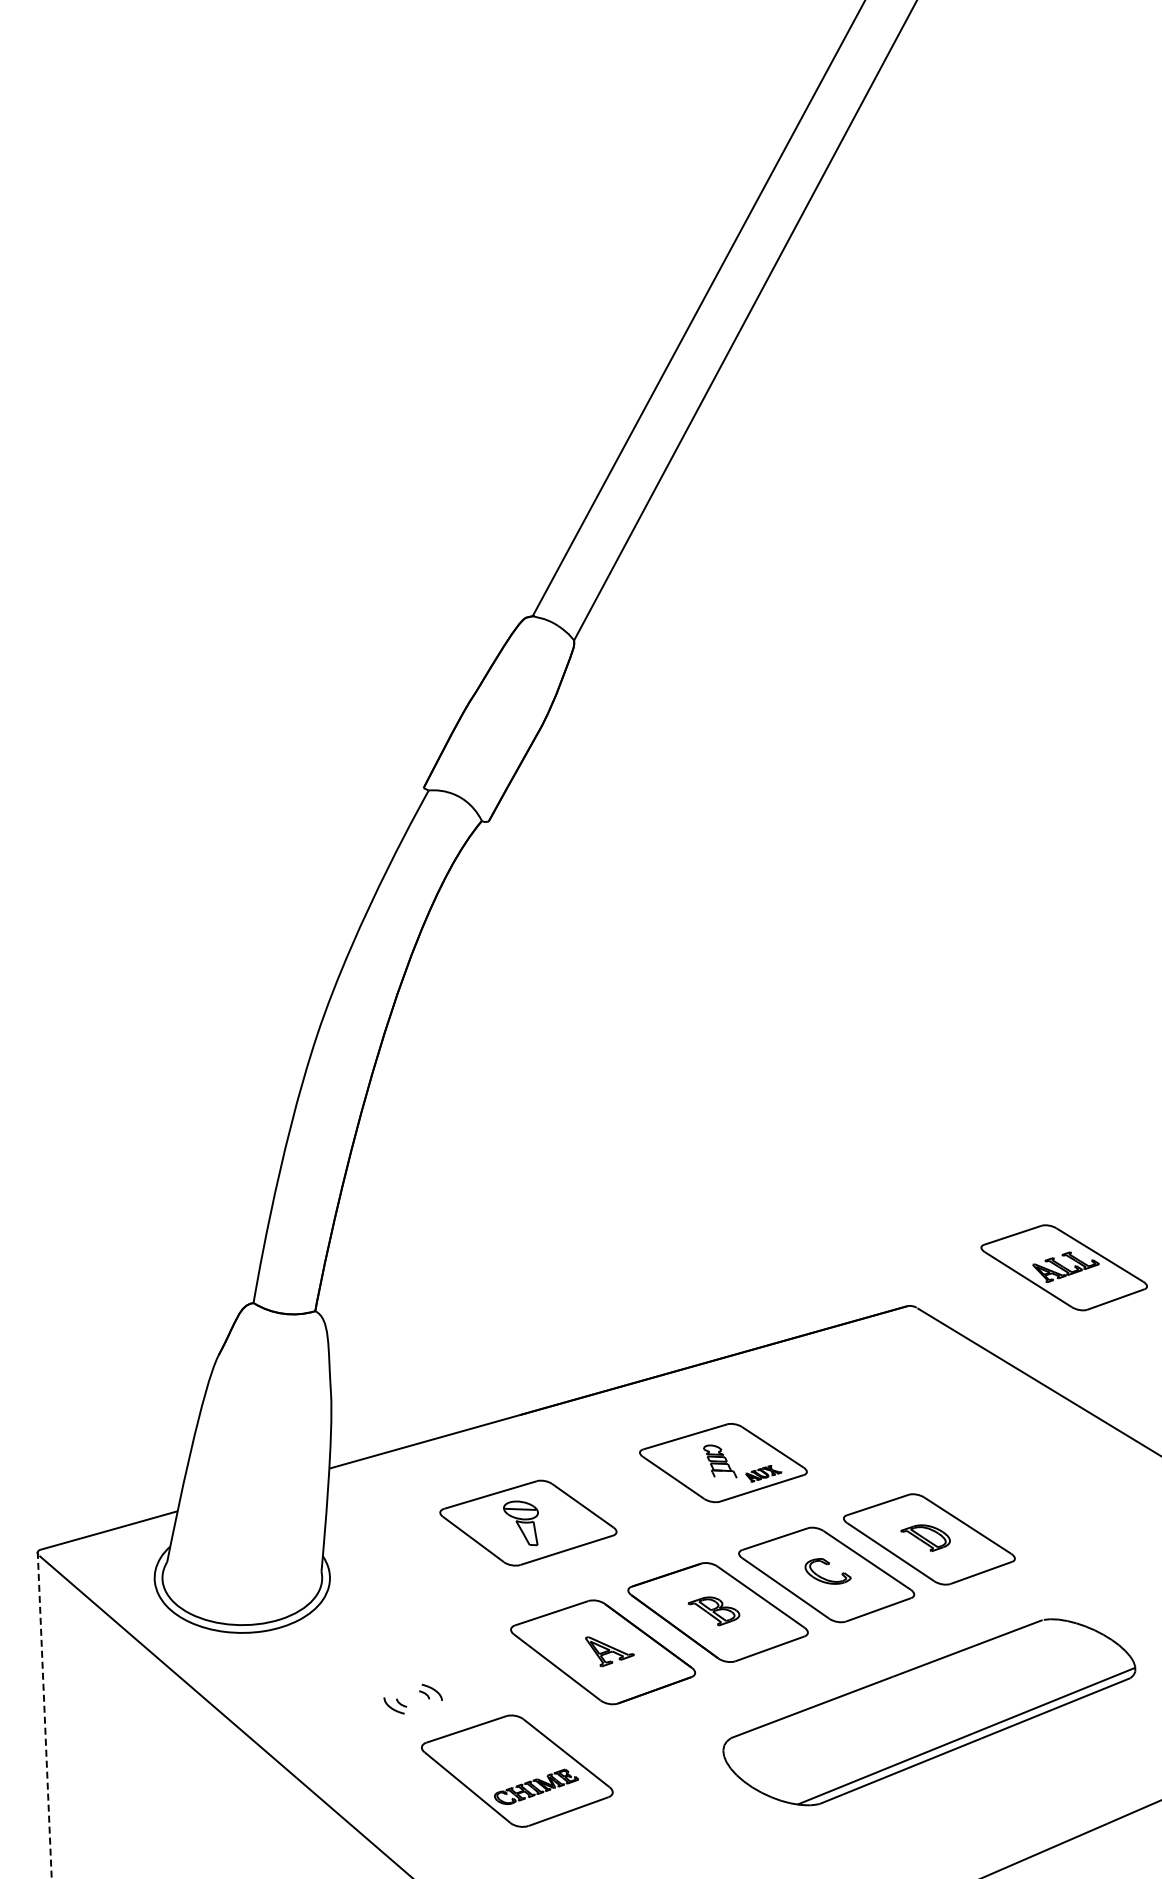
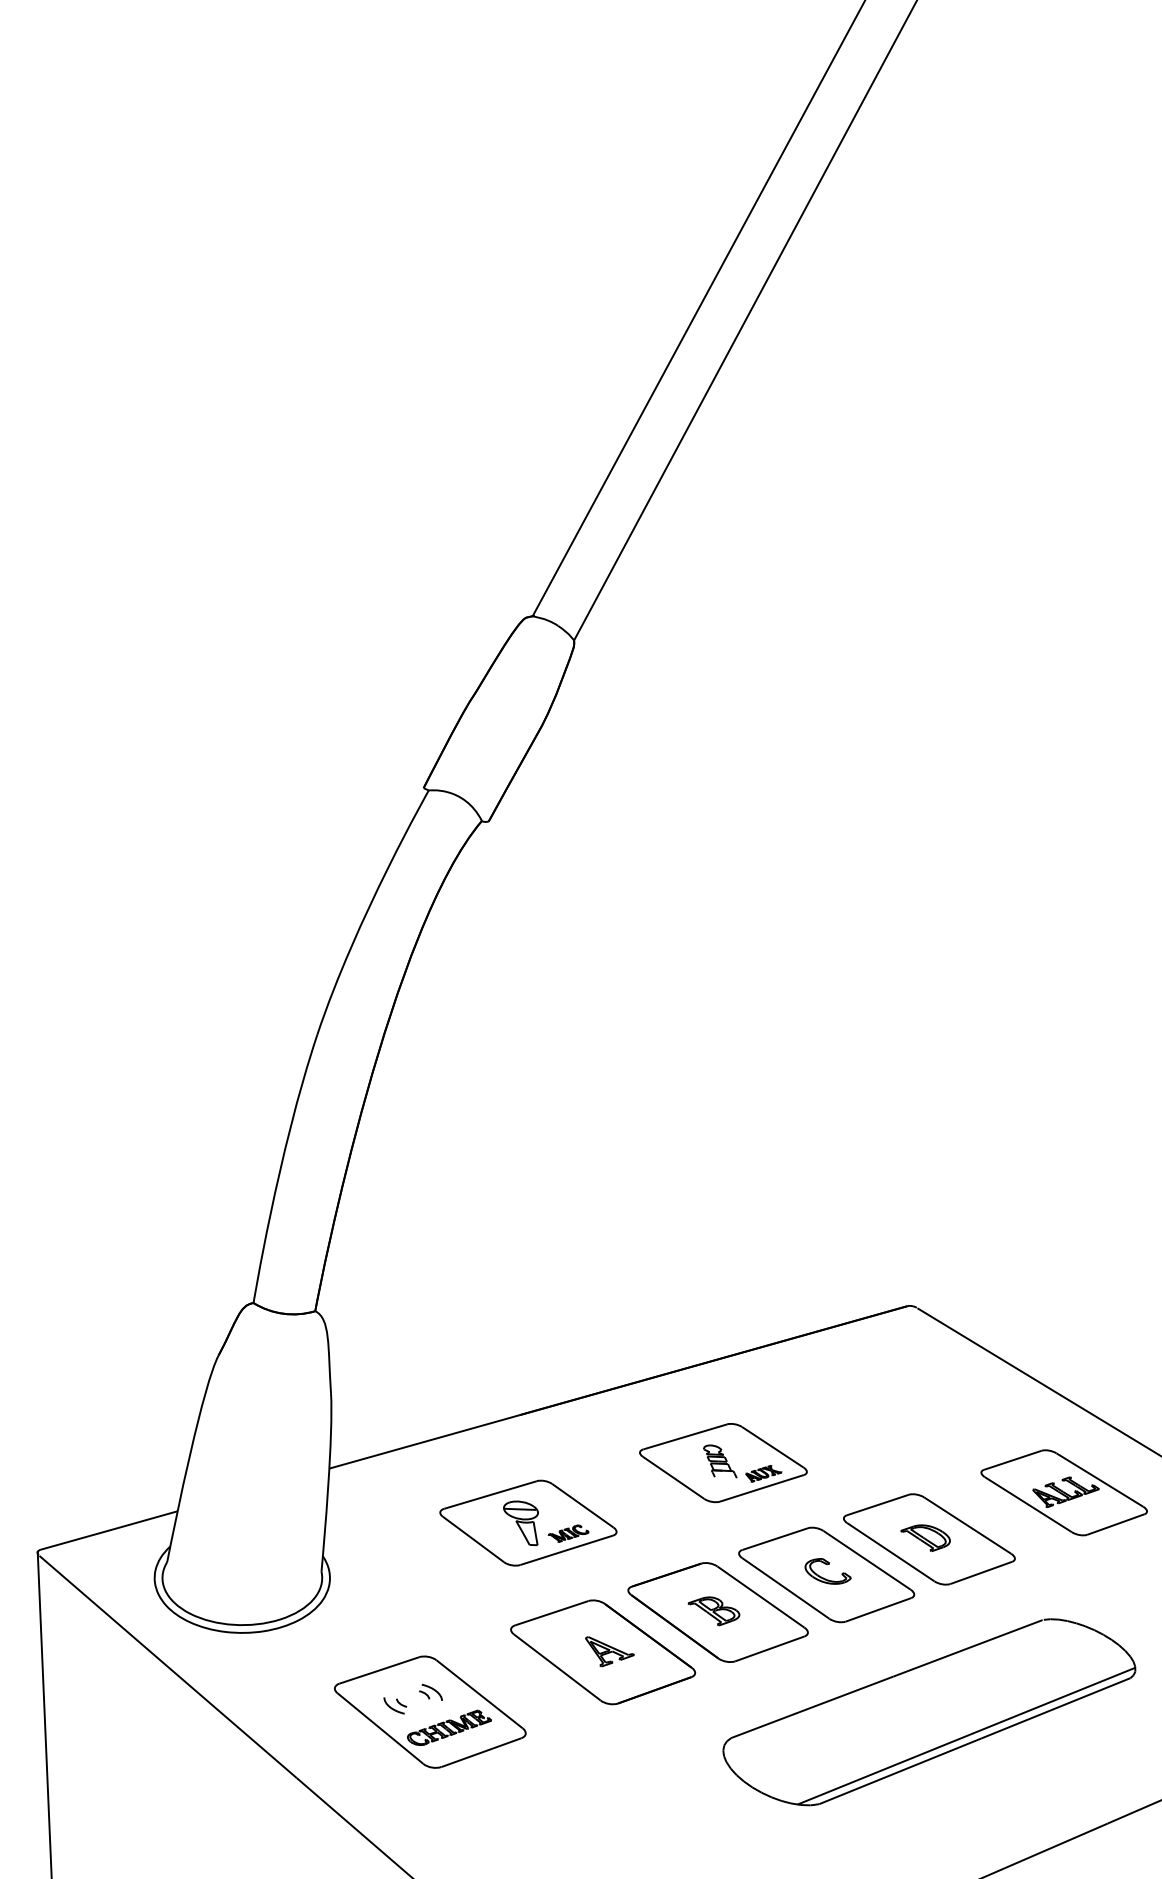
part at (1063, 1267) position: (1063, 1267) -> (1063, 1492)
part at (568, 1533): none -> present
line at (44, 1715): dashed -> solid
part at (517, 1770) position: (517, 1770) -> (430, 1711)
